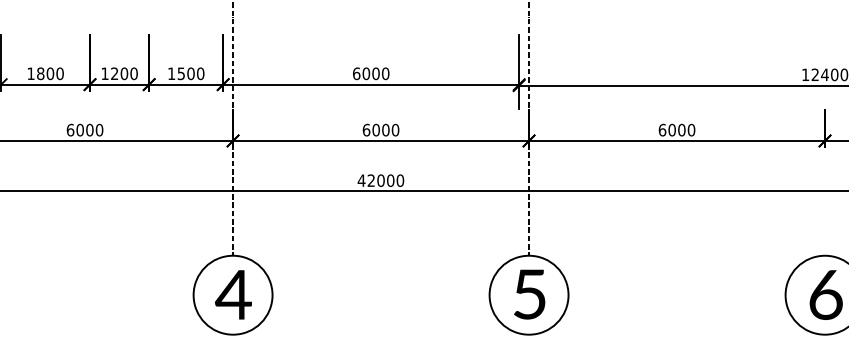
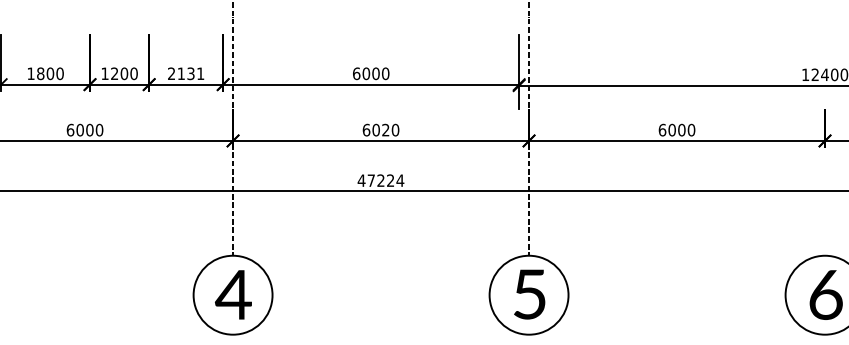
text at (186, 73): 1500 -> 2131
text at (385, 129): 6000 -> 6020
text at (385, 180): 42000 -> 47224
